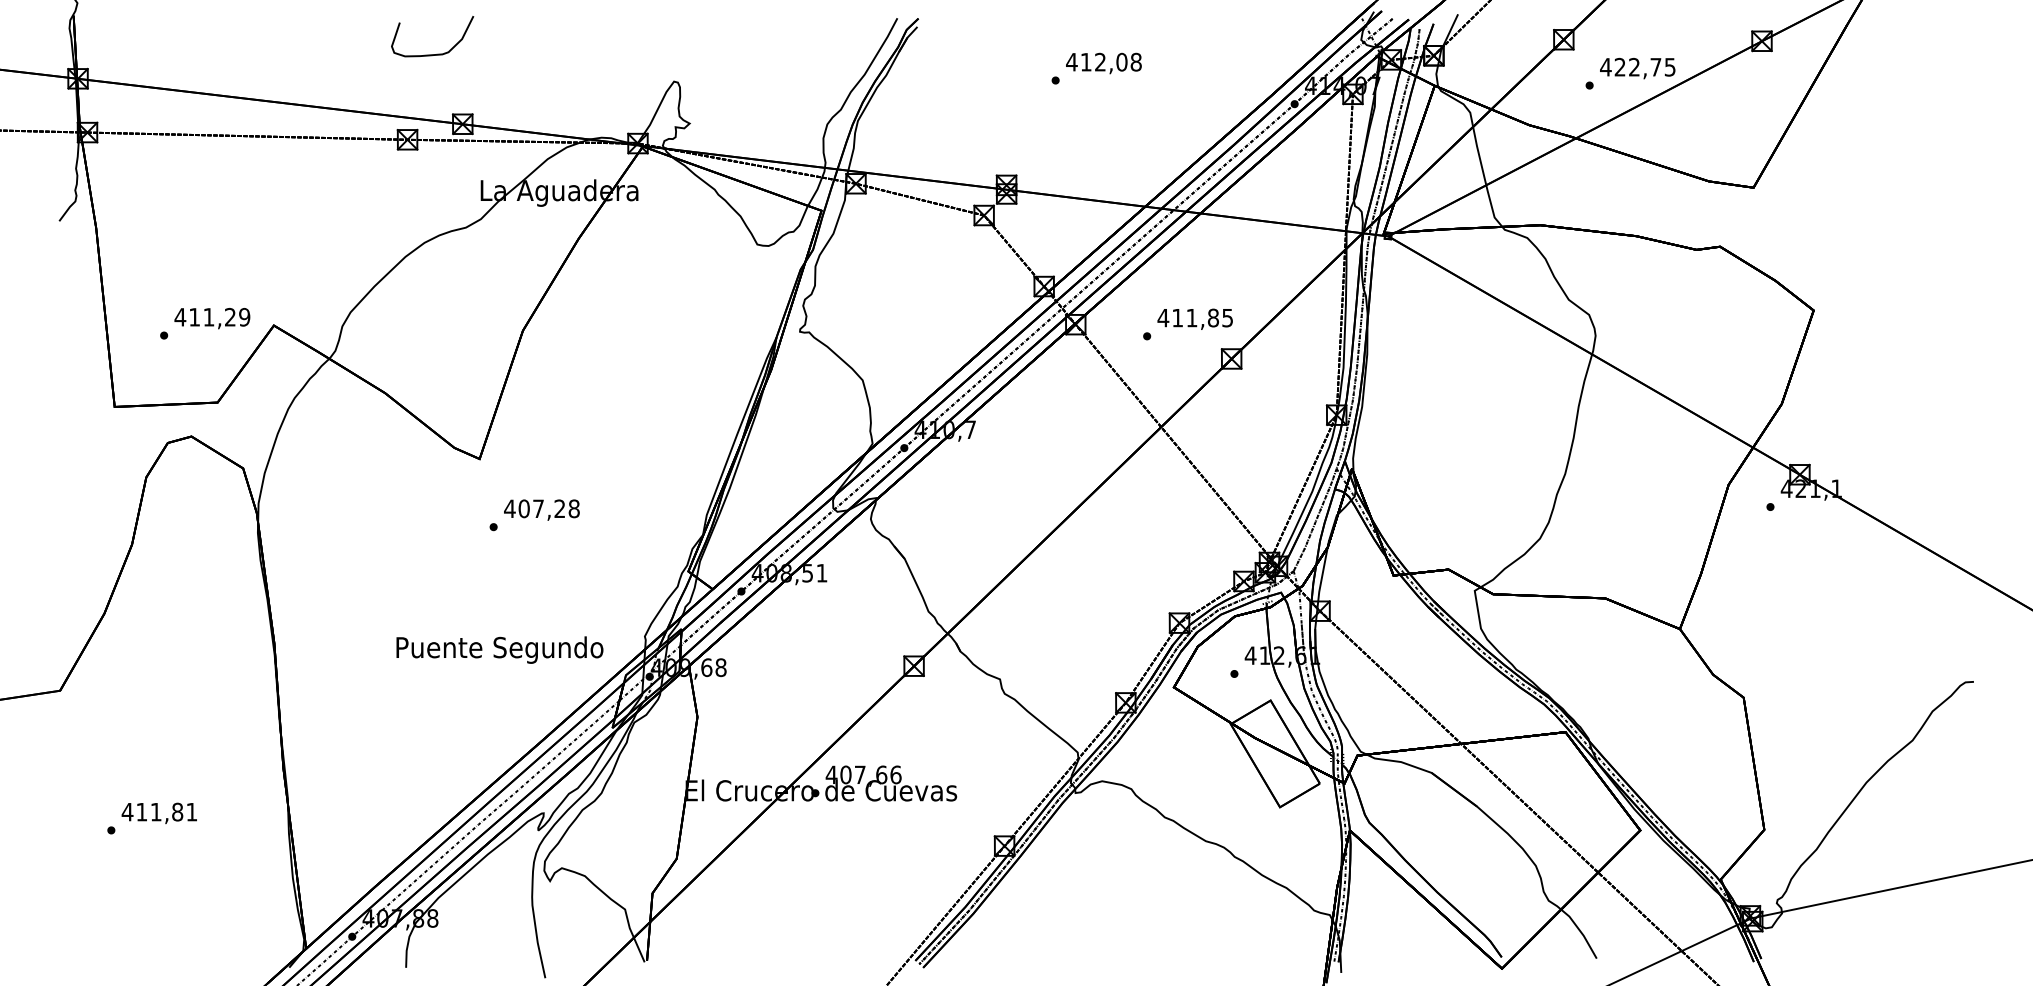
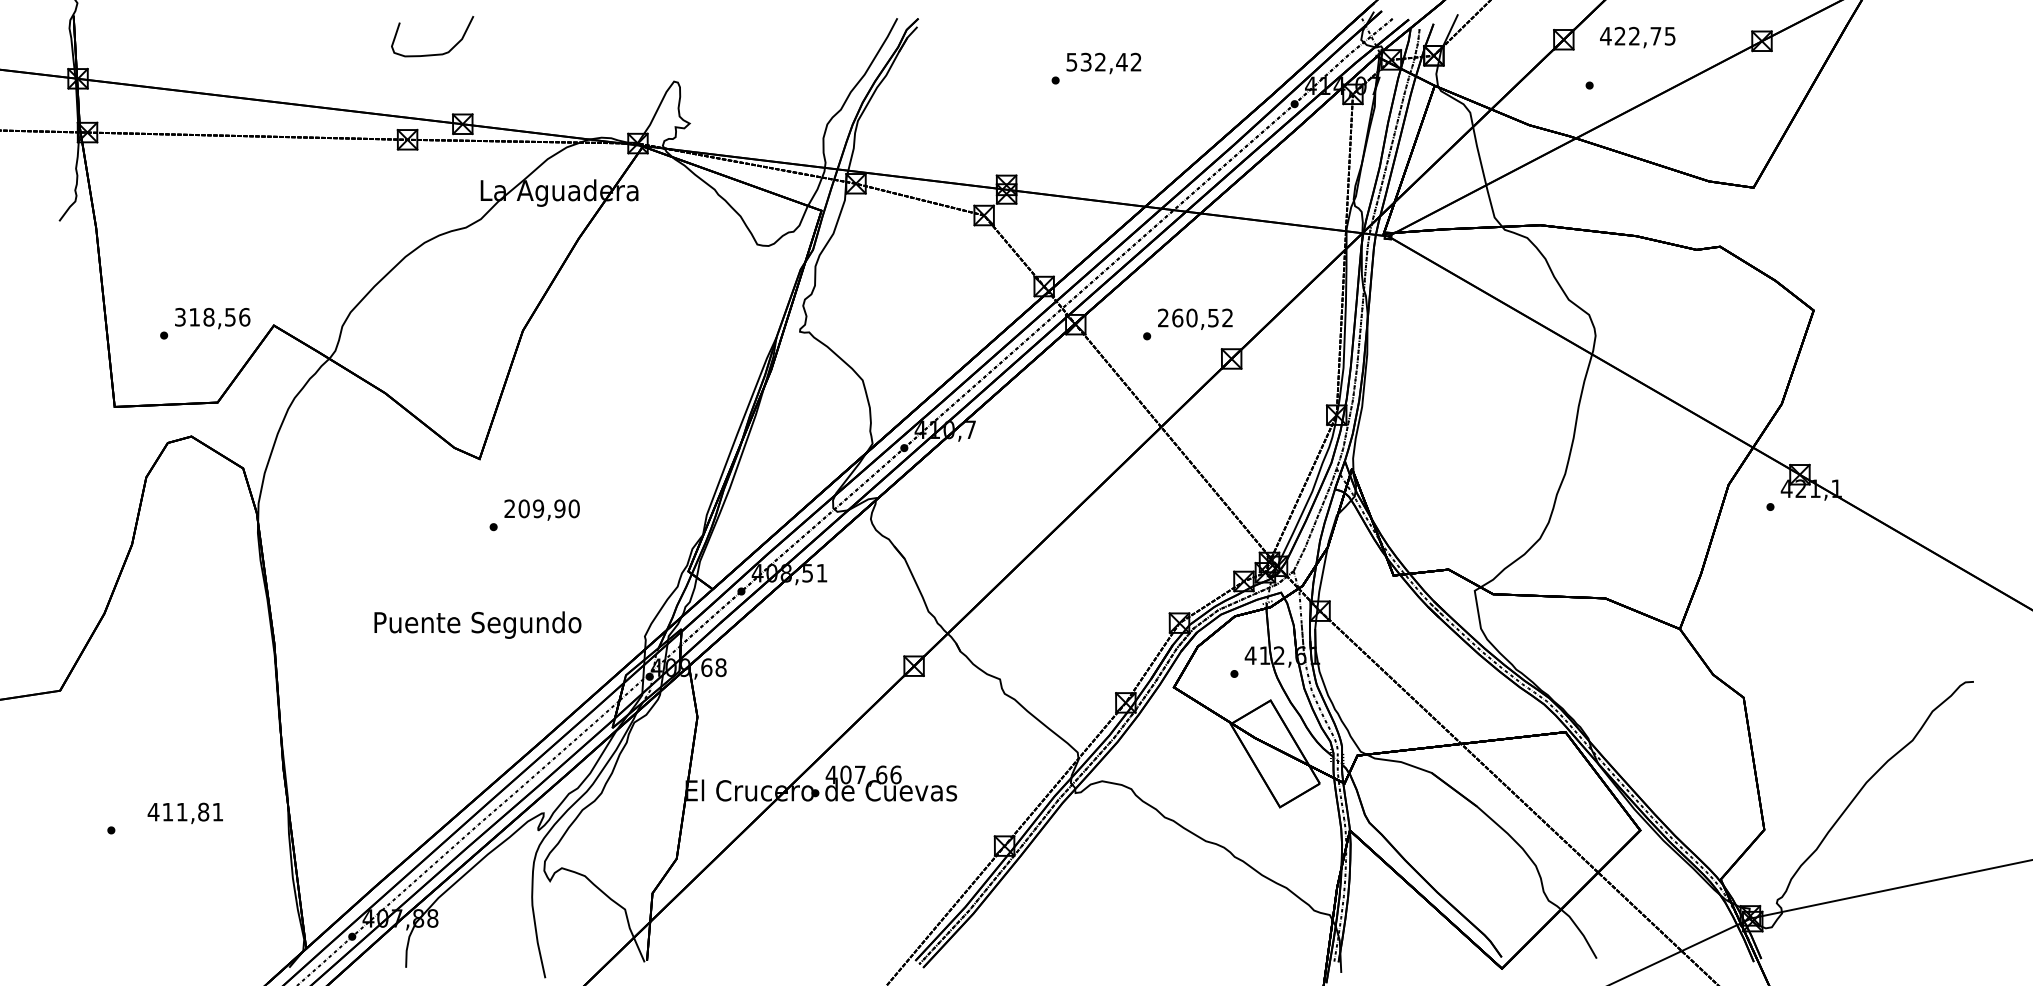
text at (1103, 61): 412,08 -> 532,42
text at (1637, 68) position: (1637, 68) -> (1637, 37)
text at (212, 316): 411,29 -> 318,56
text at (1194, 317): 411,85 -> 260,52
text at (541, 508): 407,28 -> 209,90
text at (499, 649) position: (499, 649) -> (477, 624)
text at (158, 813) position: (158, 813) -> (184, 813)
